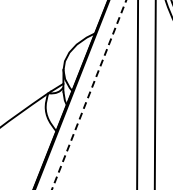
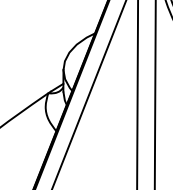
line at (89, 94): dashed -> solid
